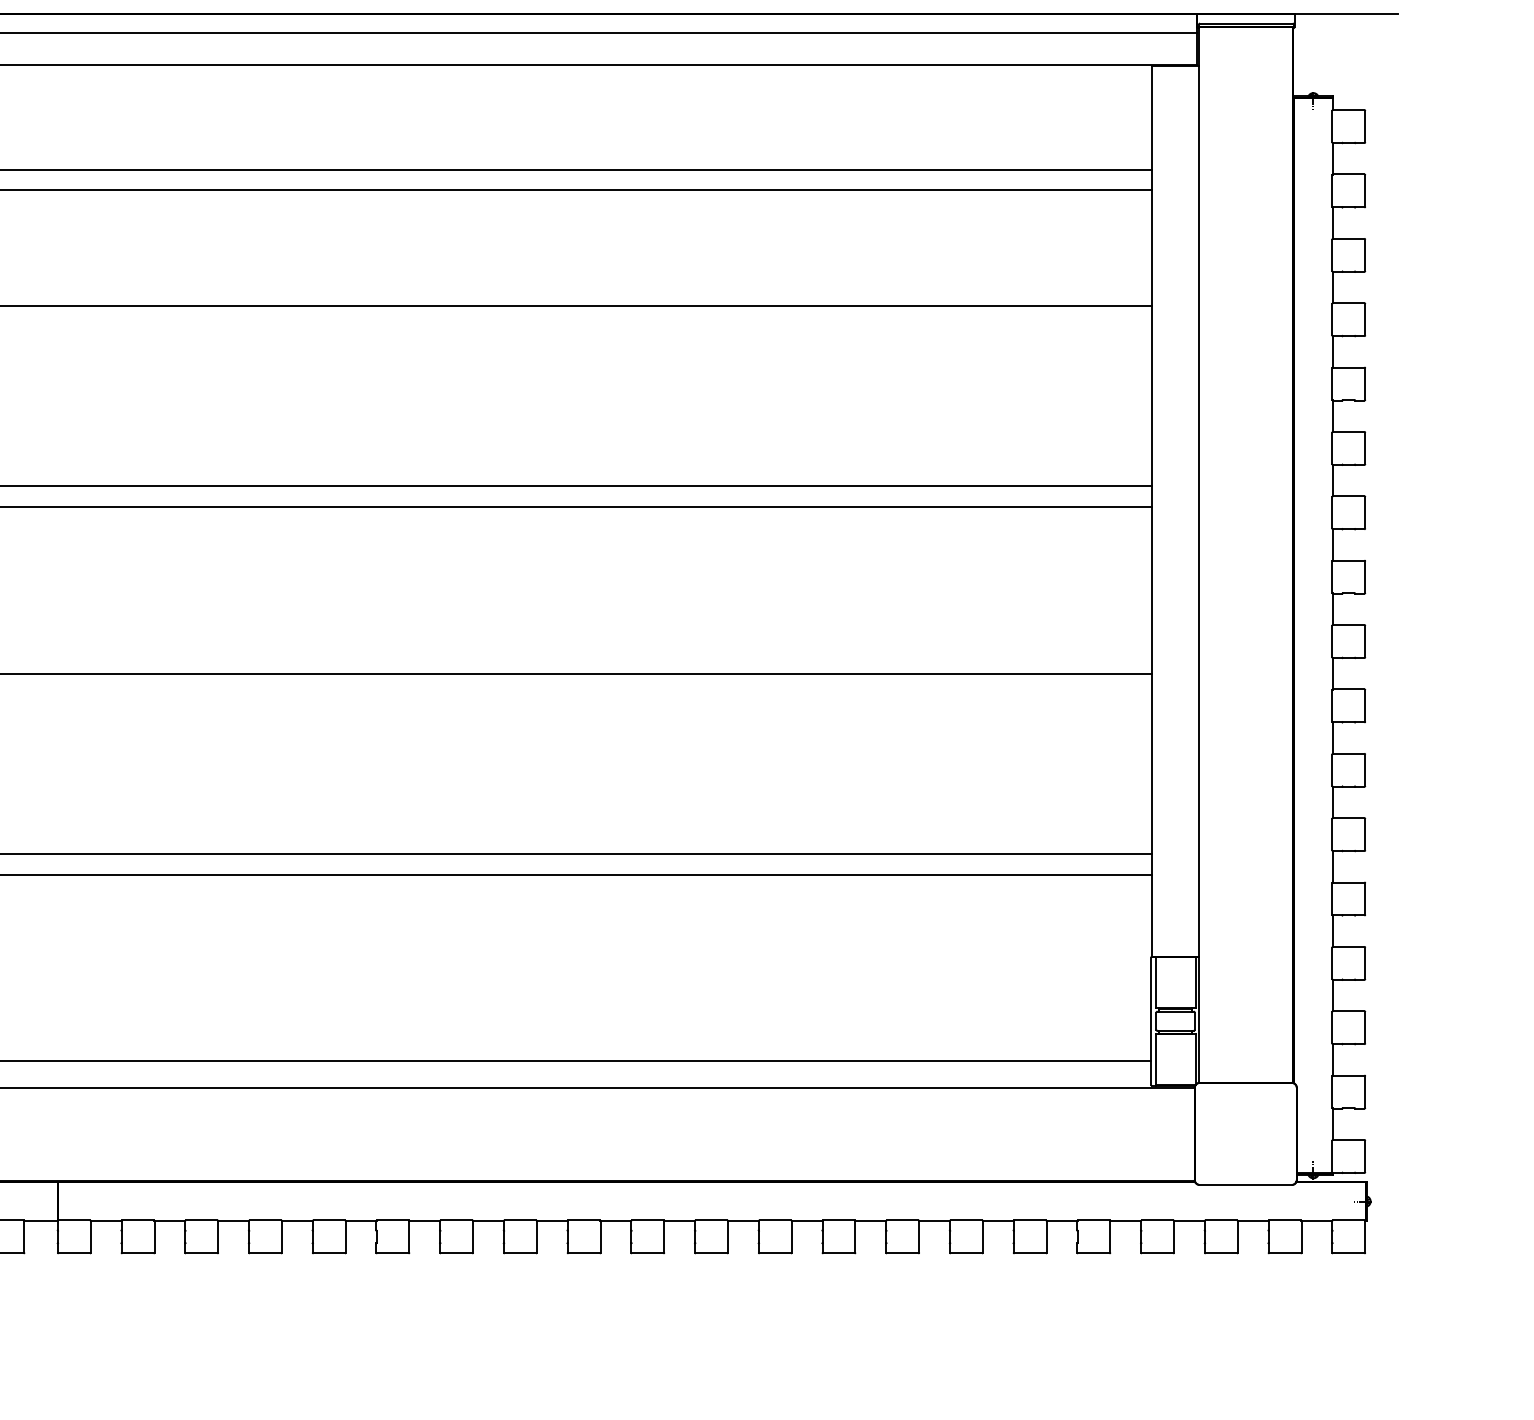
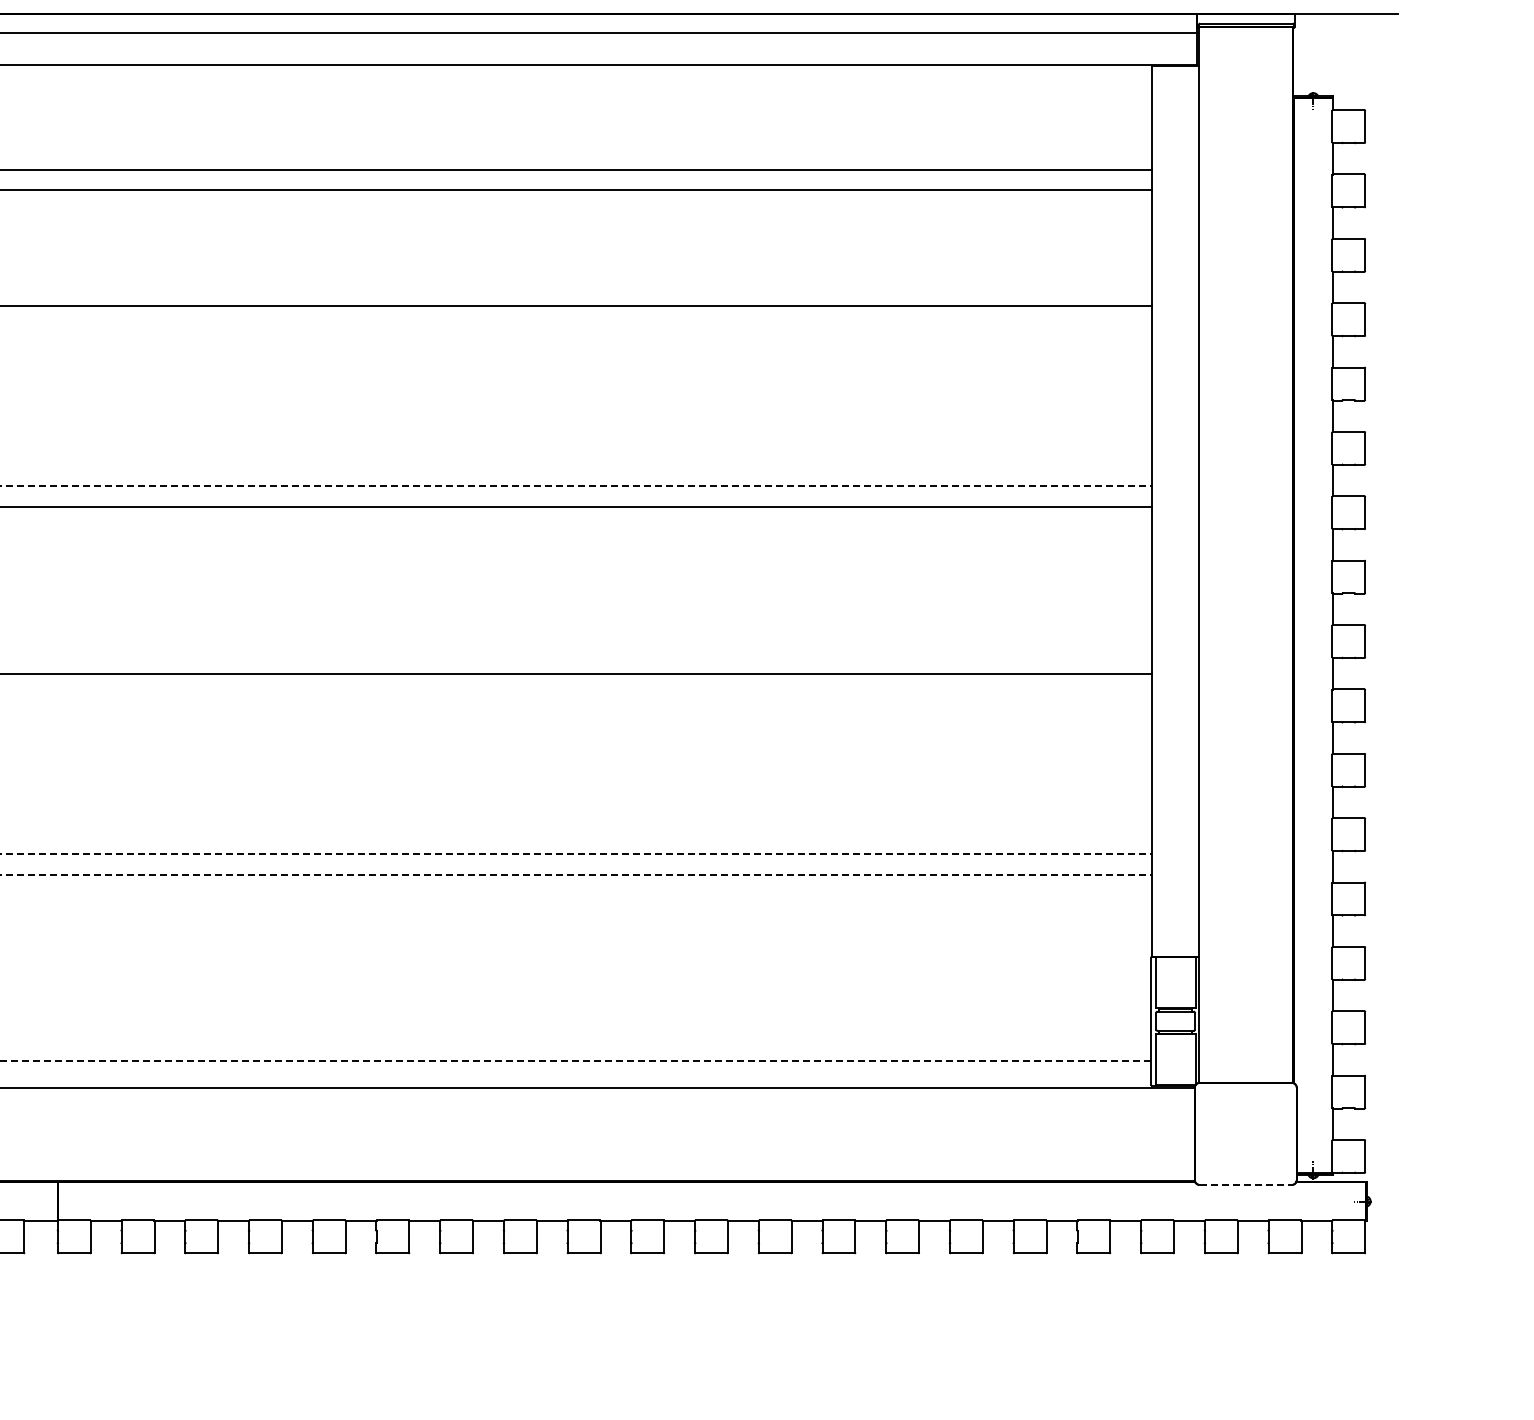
line at (576, 486): solid -> dashed
line at (576, 853): solid -> dashed
line at (576, 874): solid -> dashed
line at (575, 1061): solid -> dashed
line at (1245, 1185): solid -> dashed
